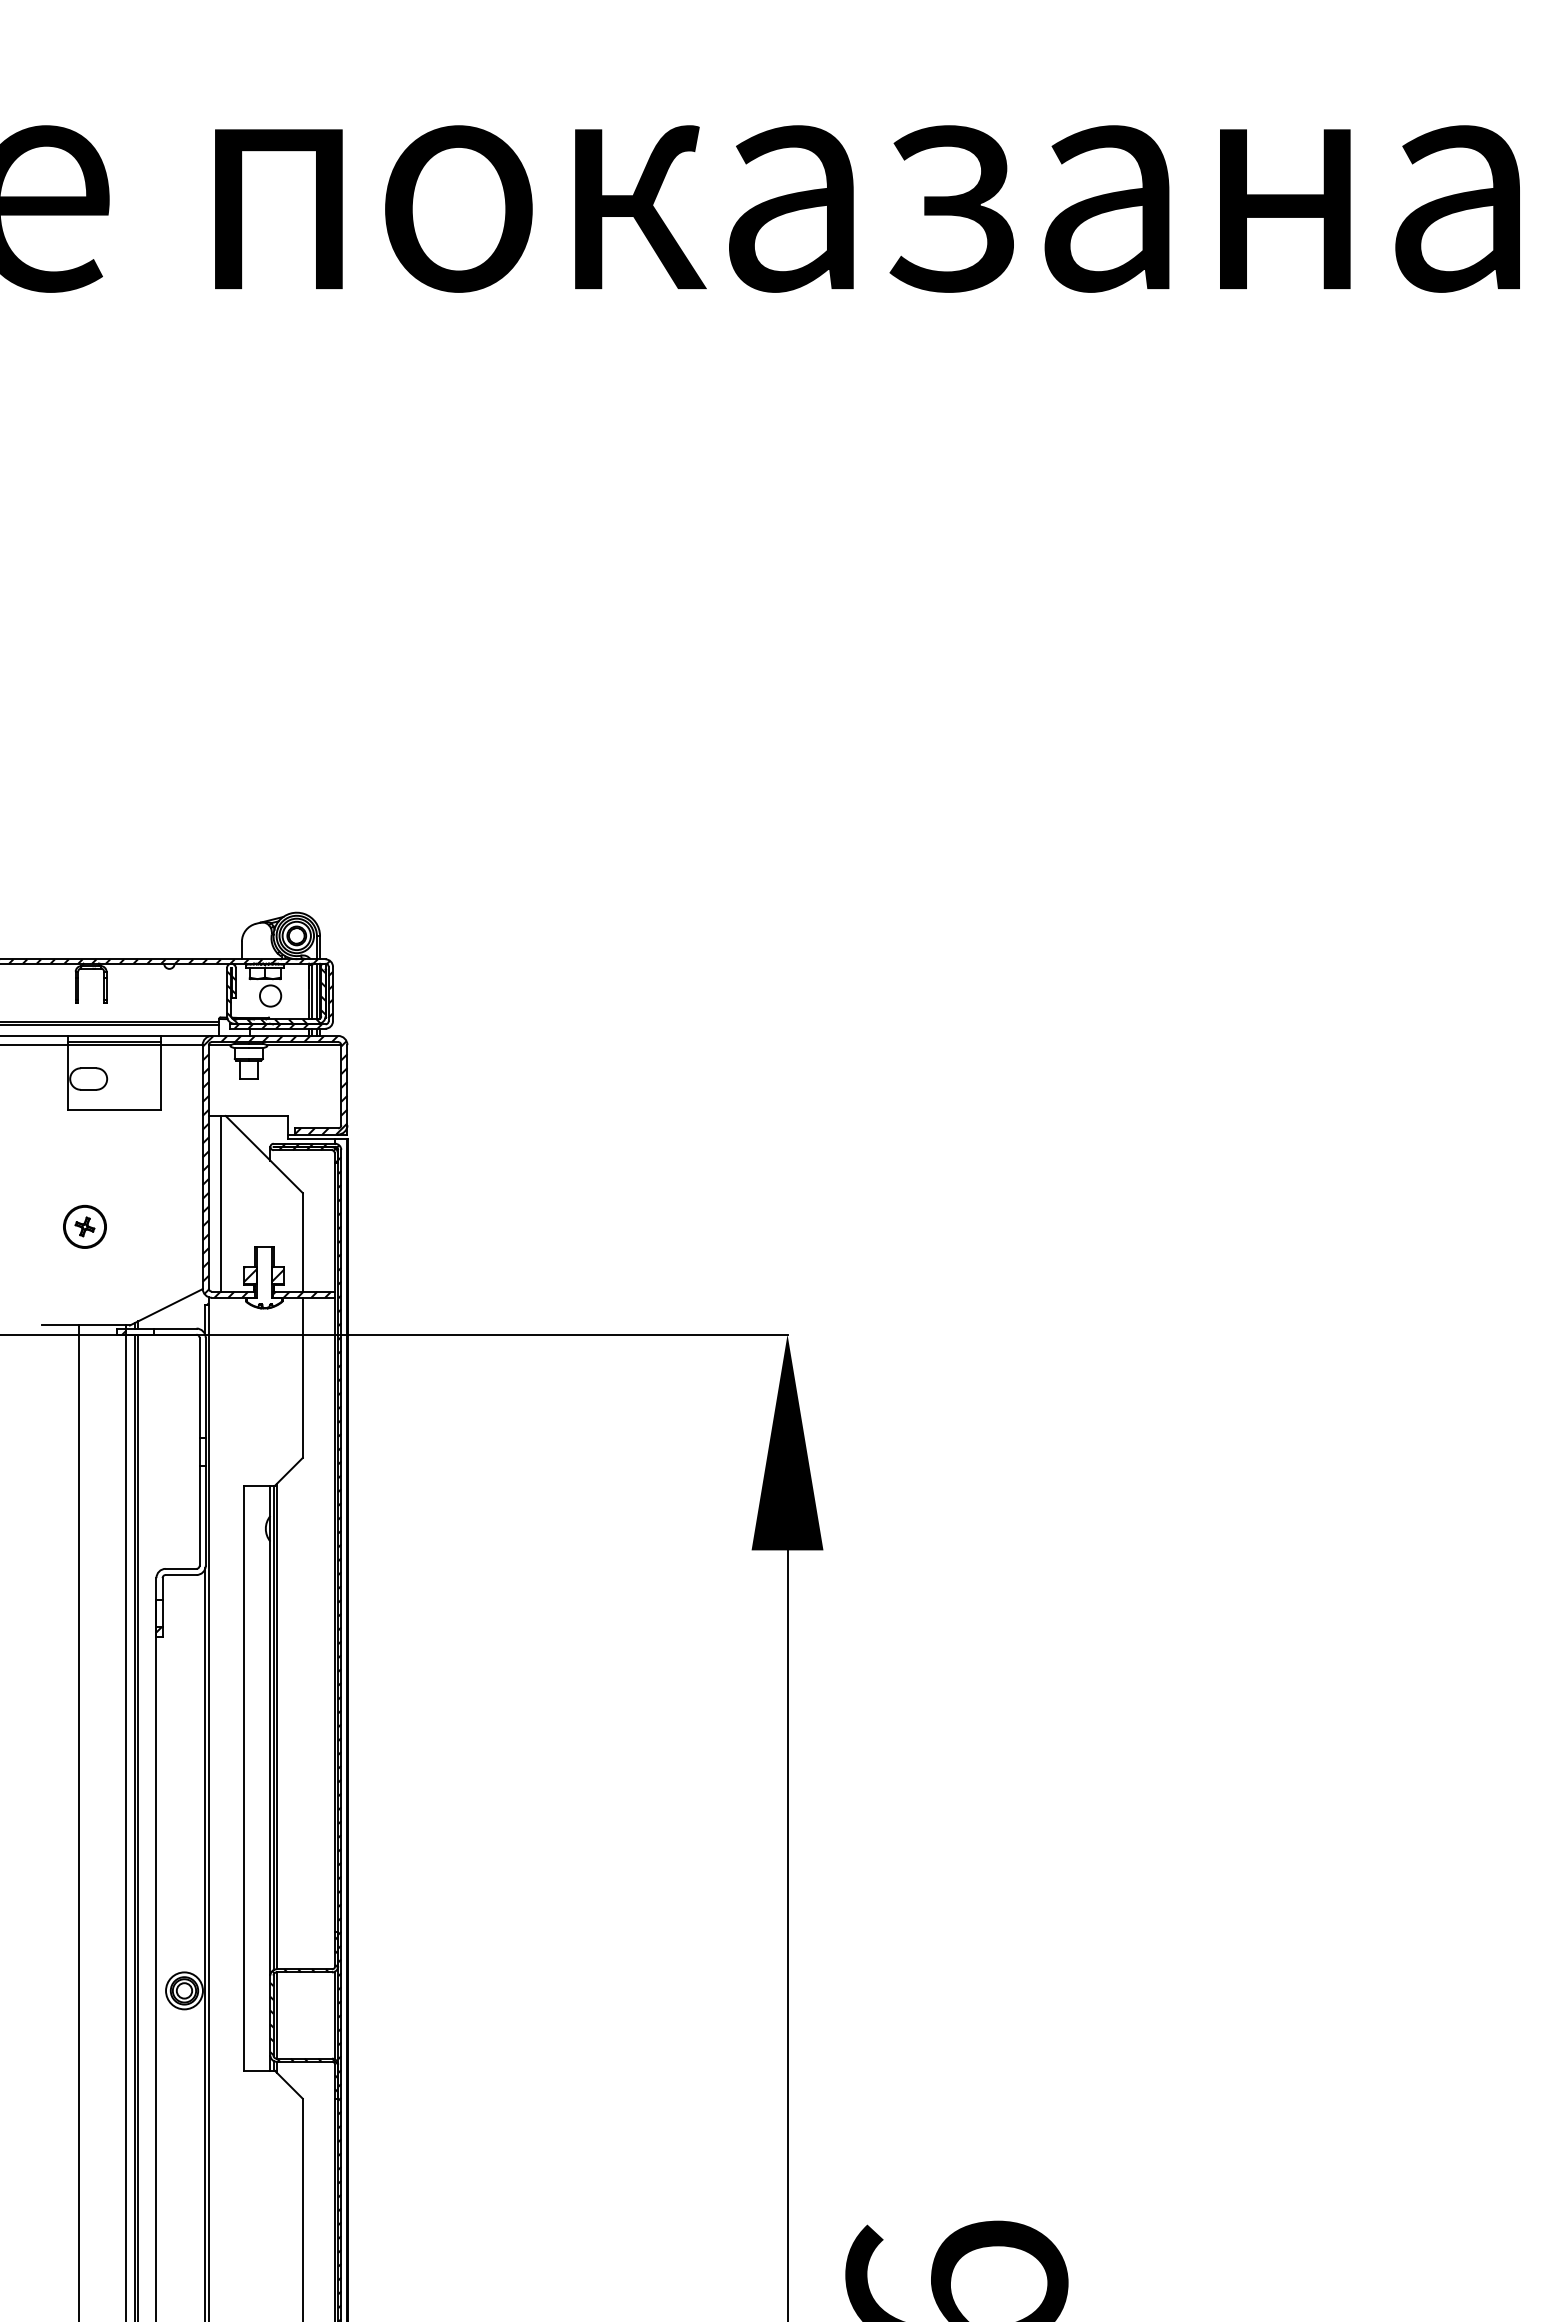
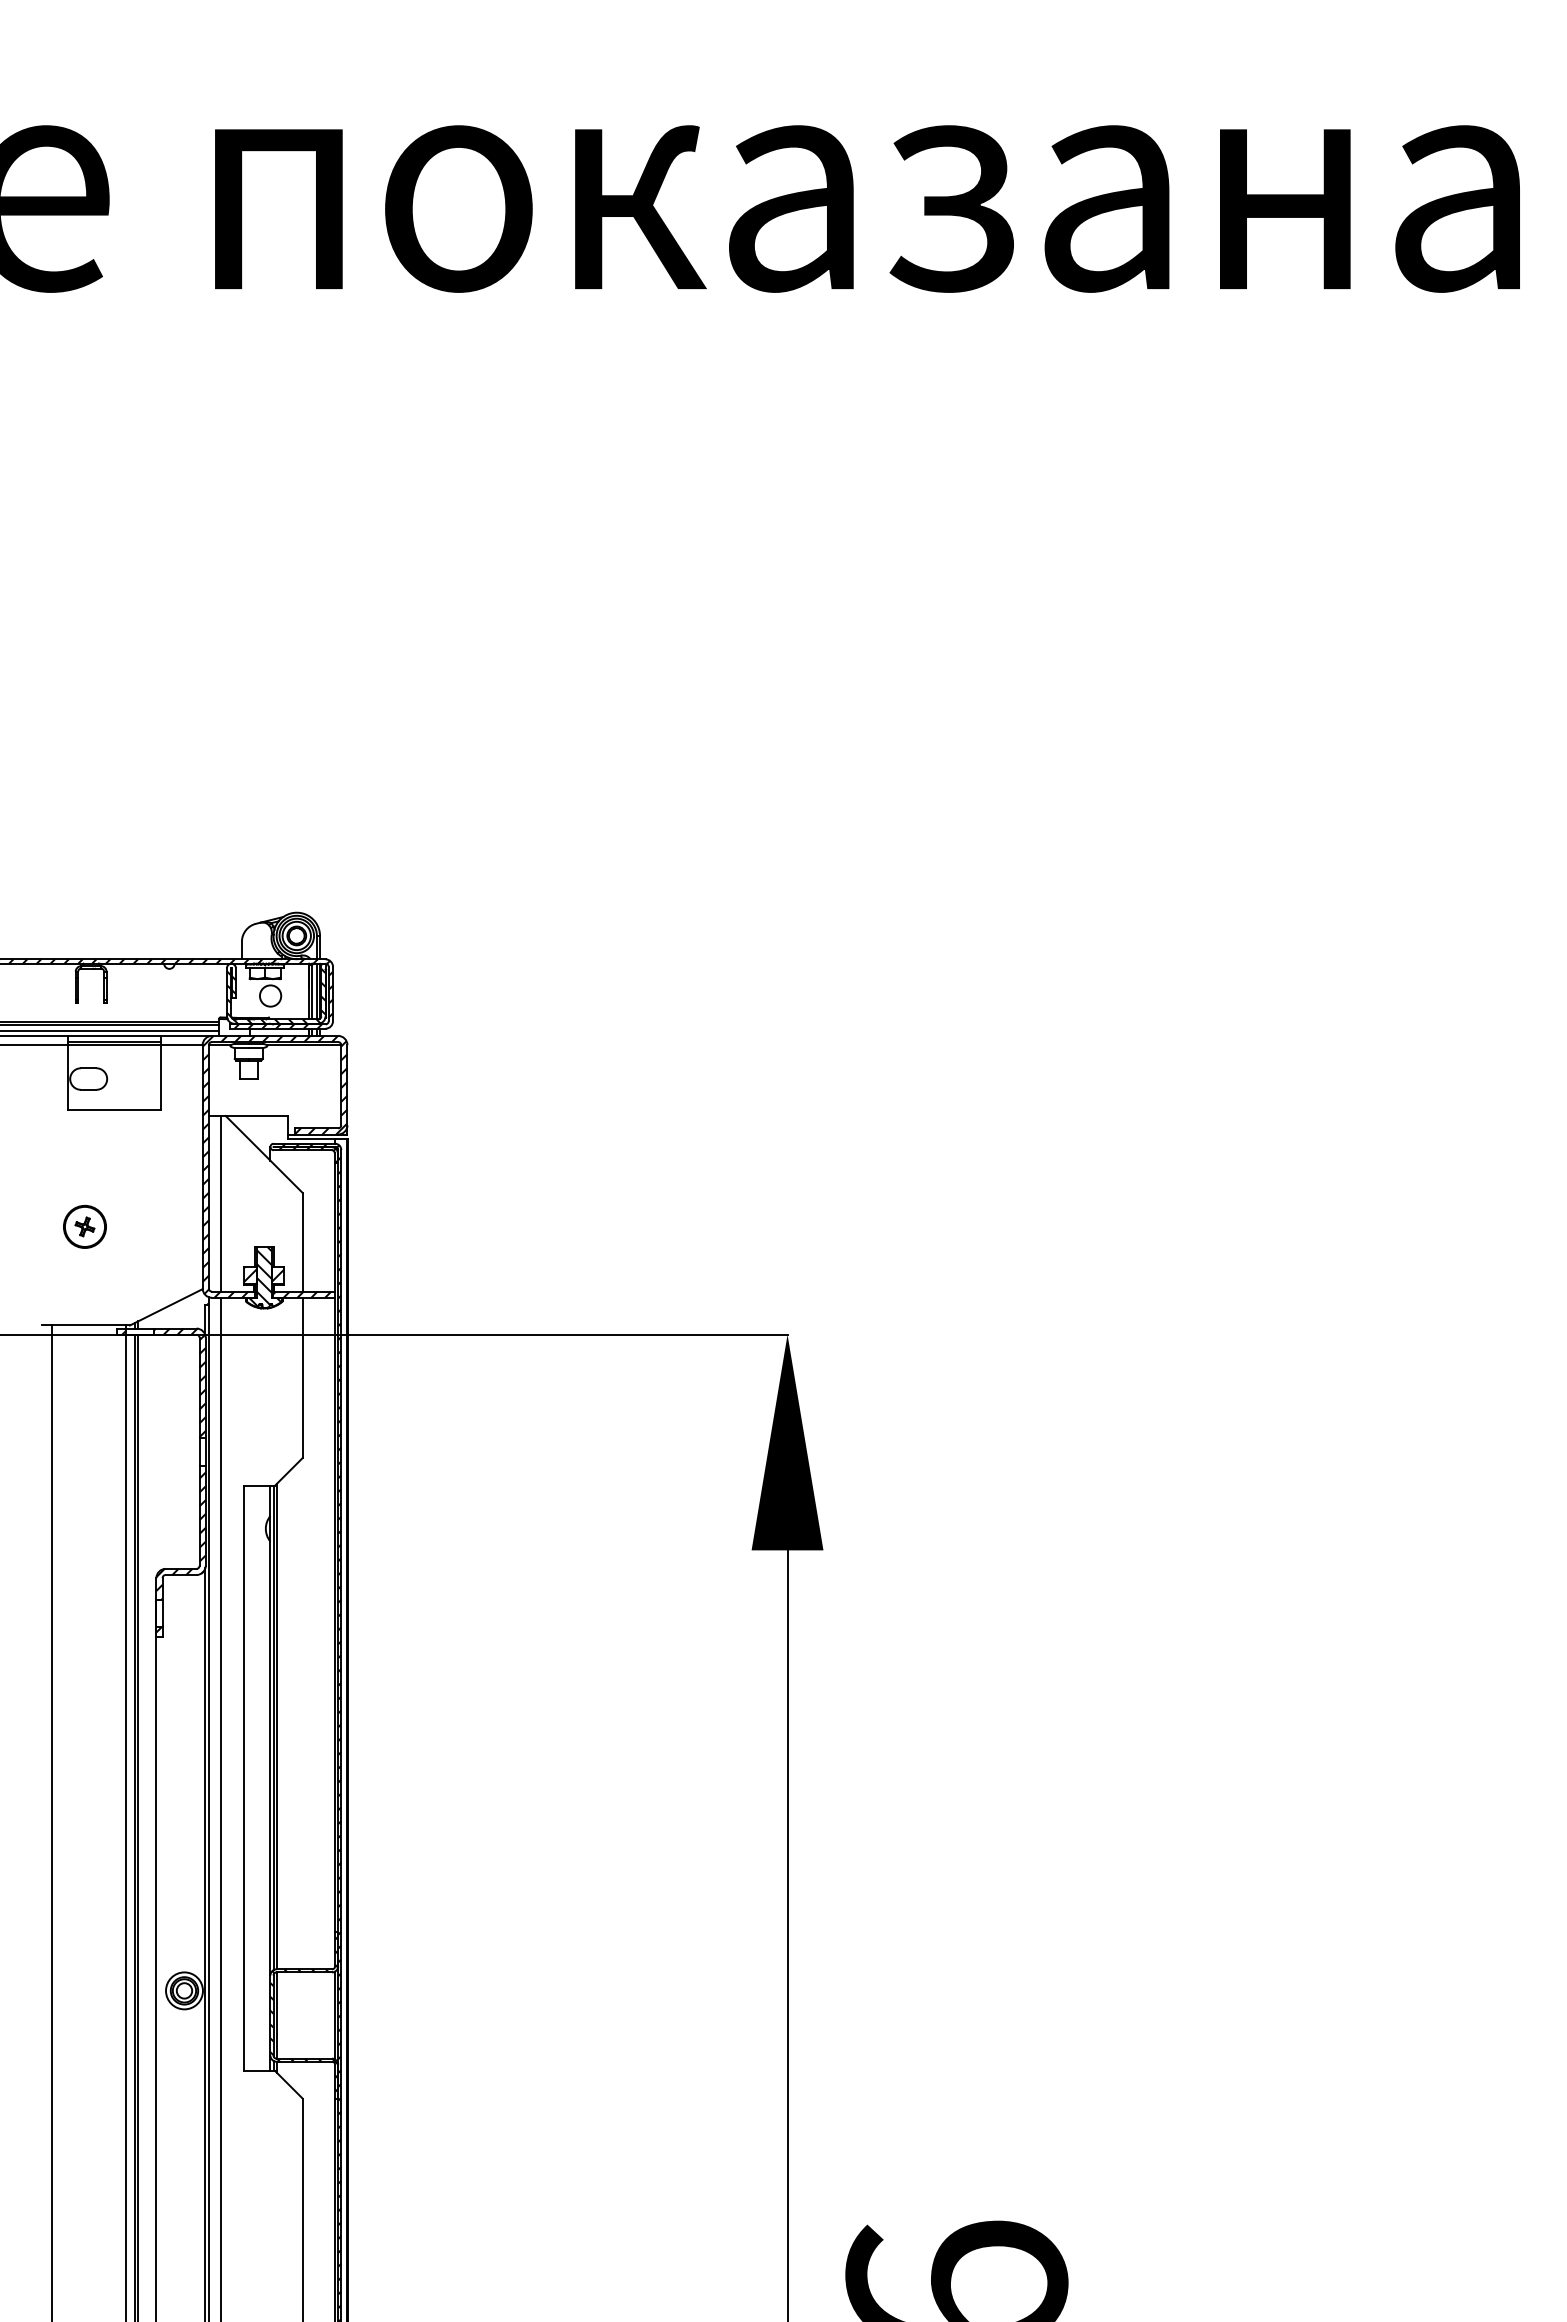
line at (110, 1031): none -> present
hatch at (265, 1276): none -> present
hatch at (179, 1382): none -> present
hatch at (180, 1535): none -> present
line at (221, 1807): none -> present
line at (79, 1821) position: (79, 1821) -> (52, 1821)
